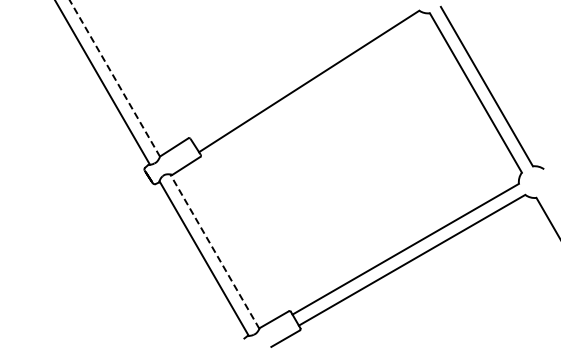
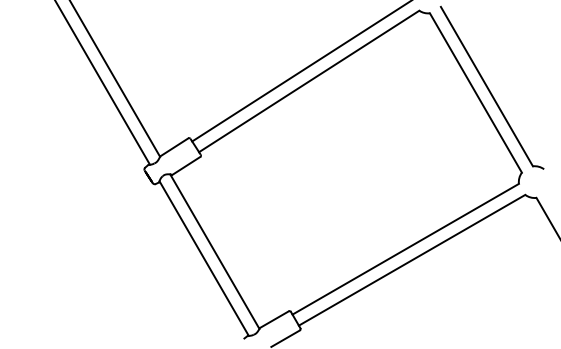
line at (300, 71): none -> present
line at (114, 78): dashed -> solid
line at (214, 251): dashed -> solid
